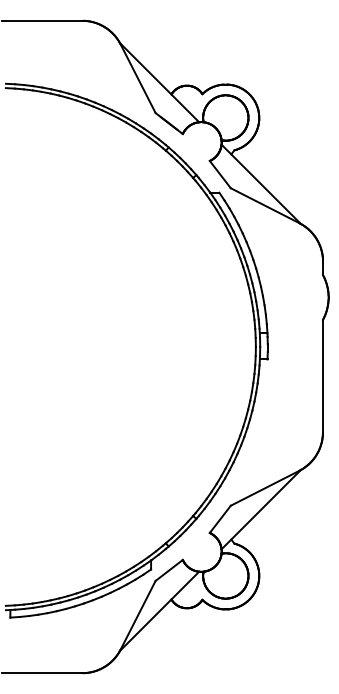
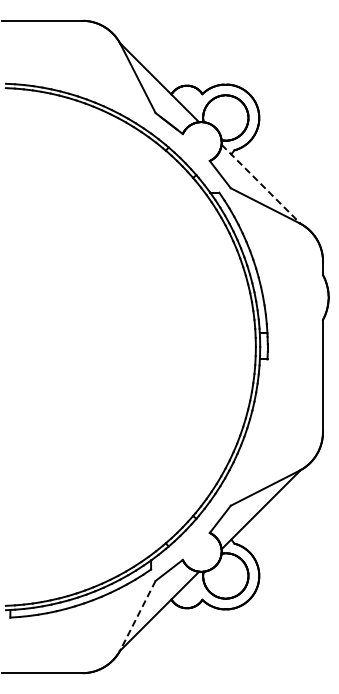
line at (261, 184): solid -> dashed
line at (138, 615): solid -> dashed
